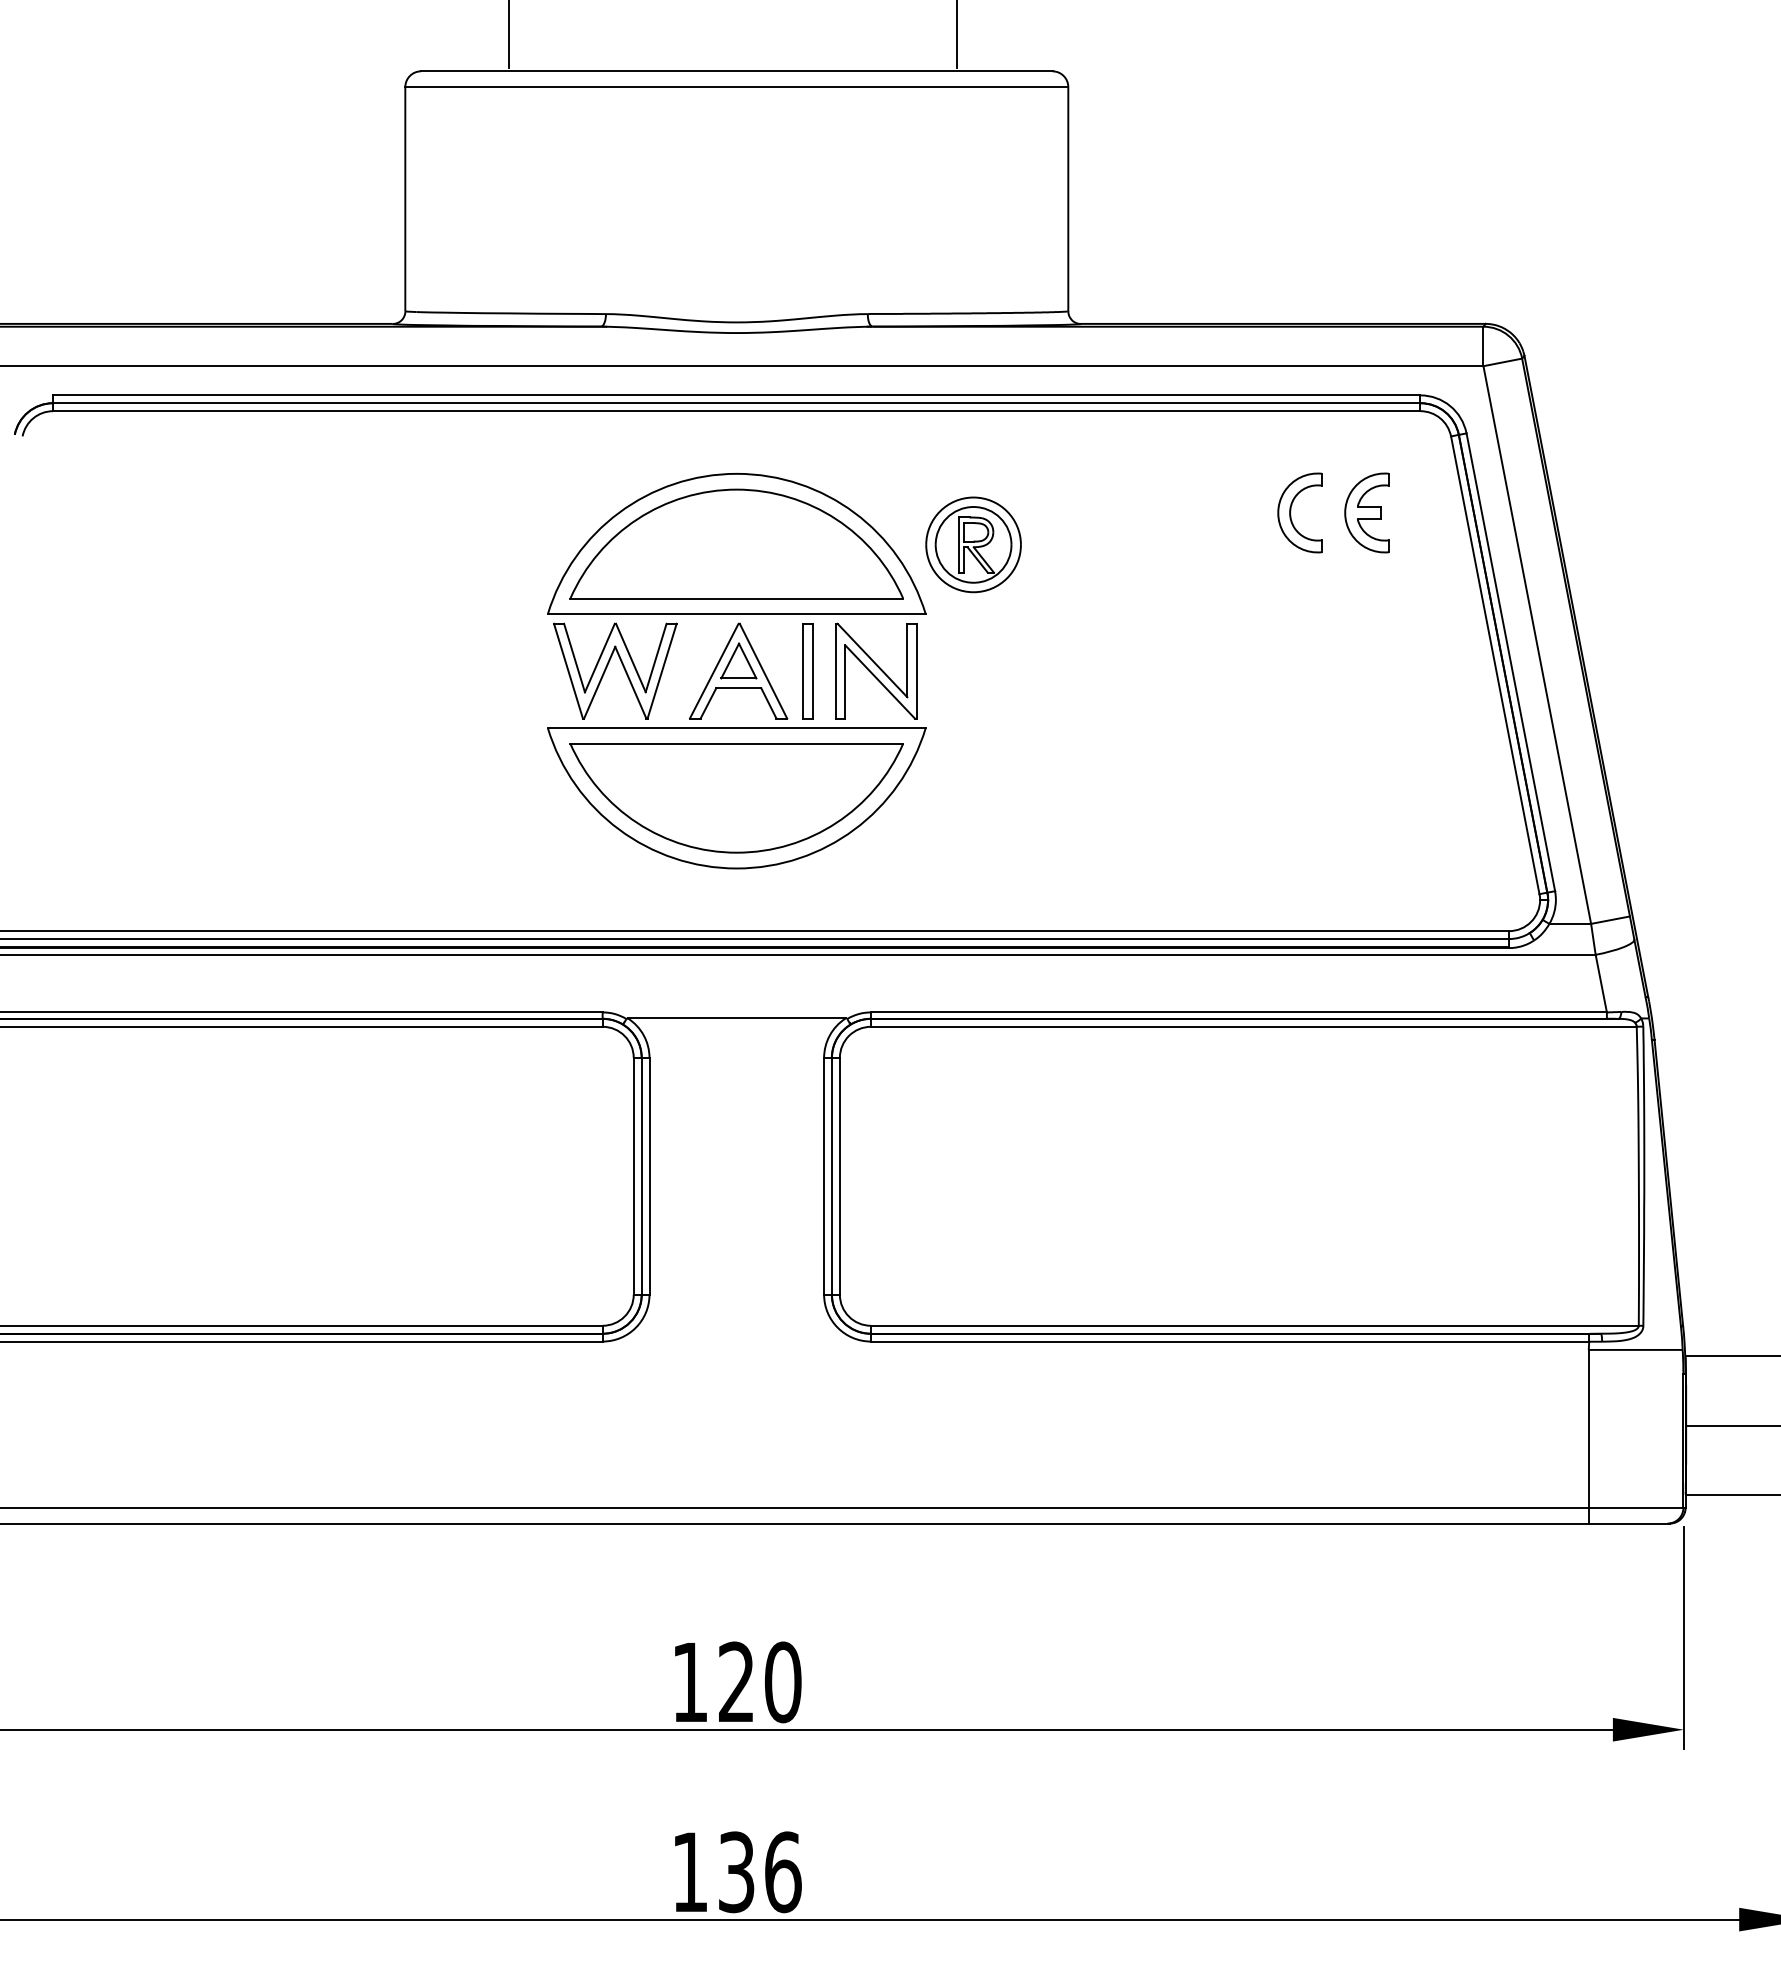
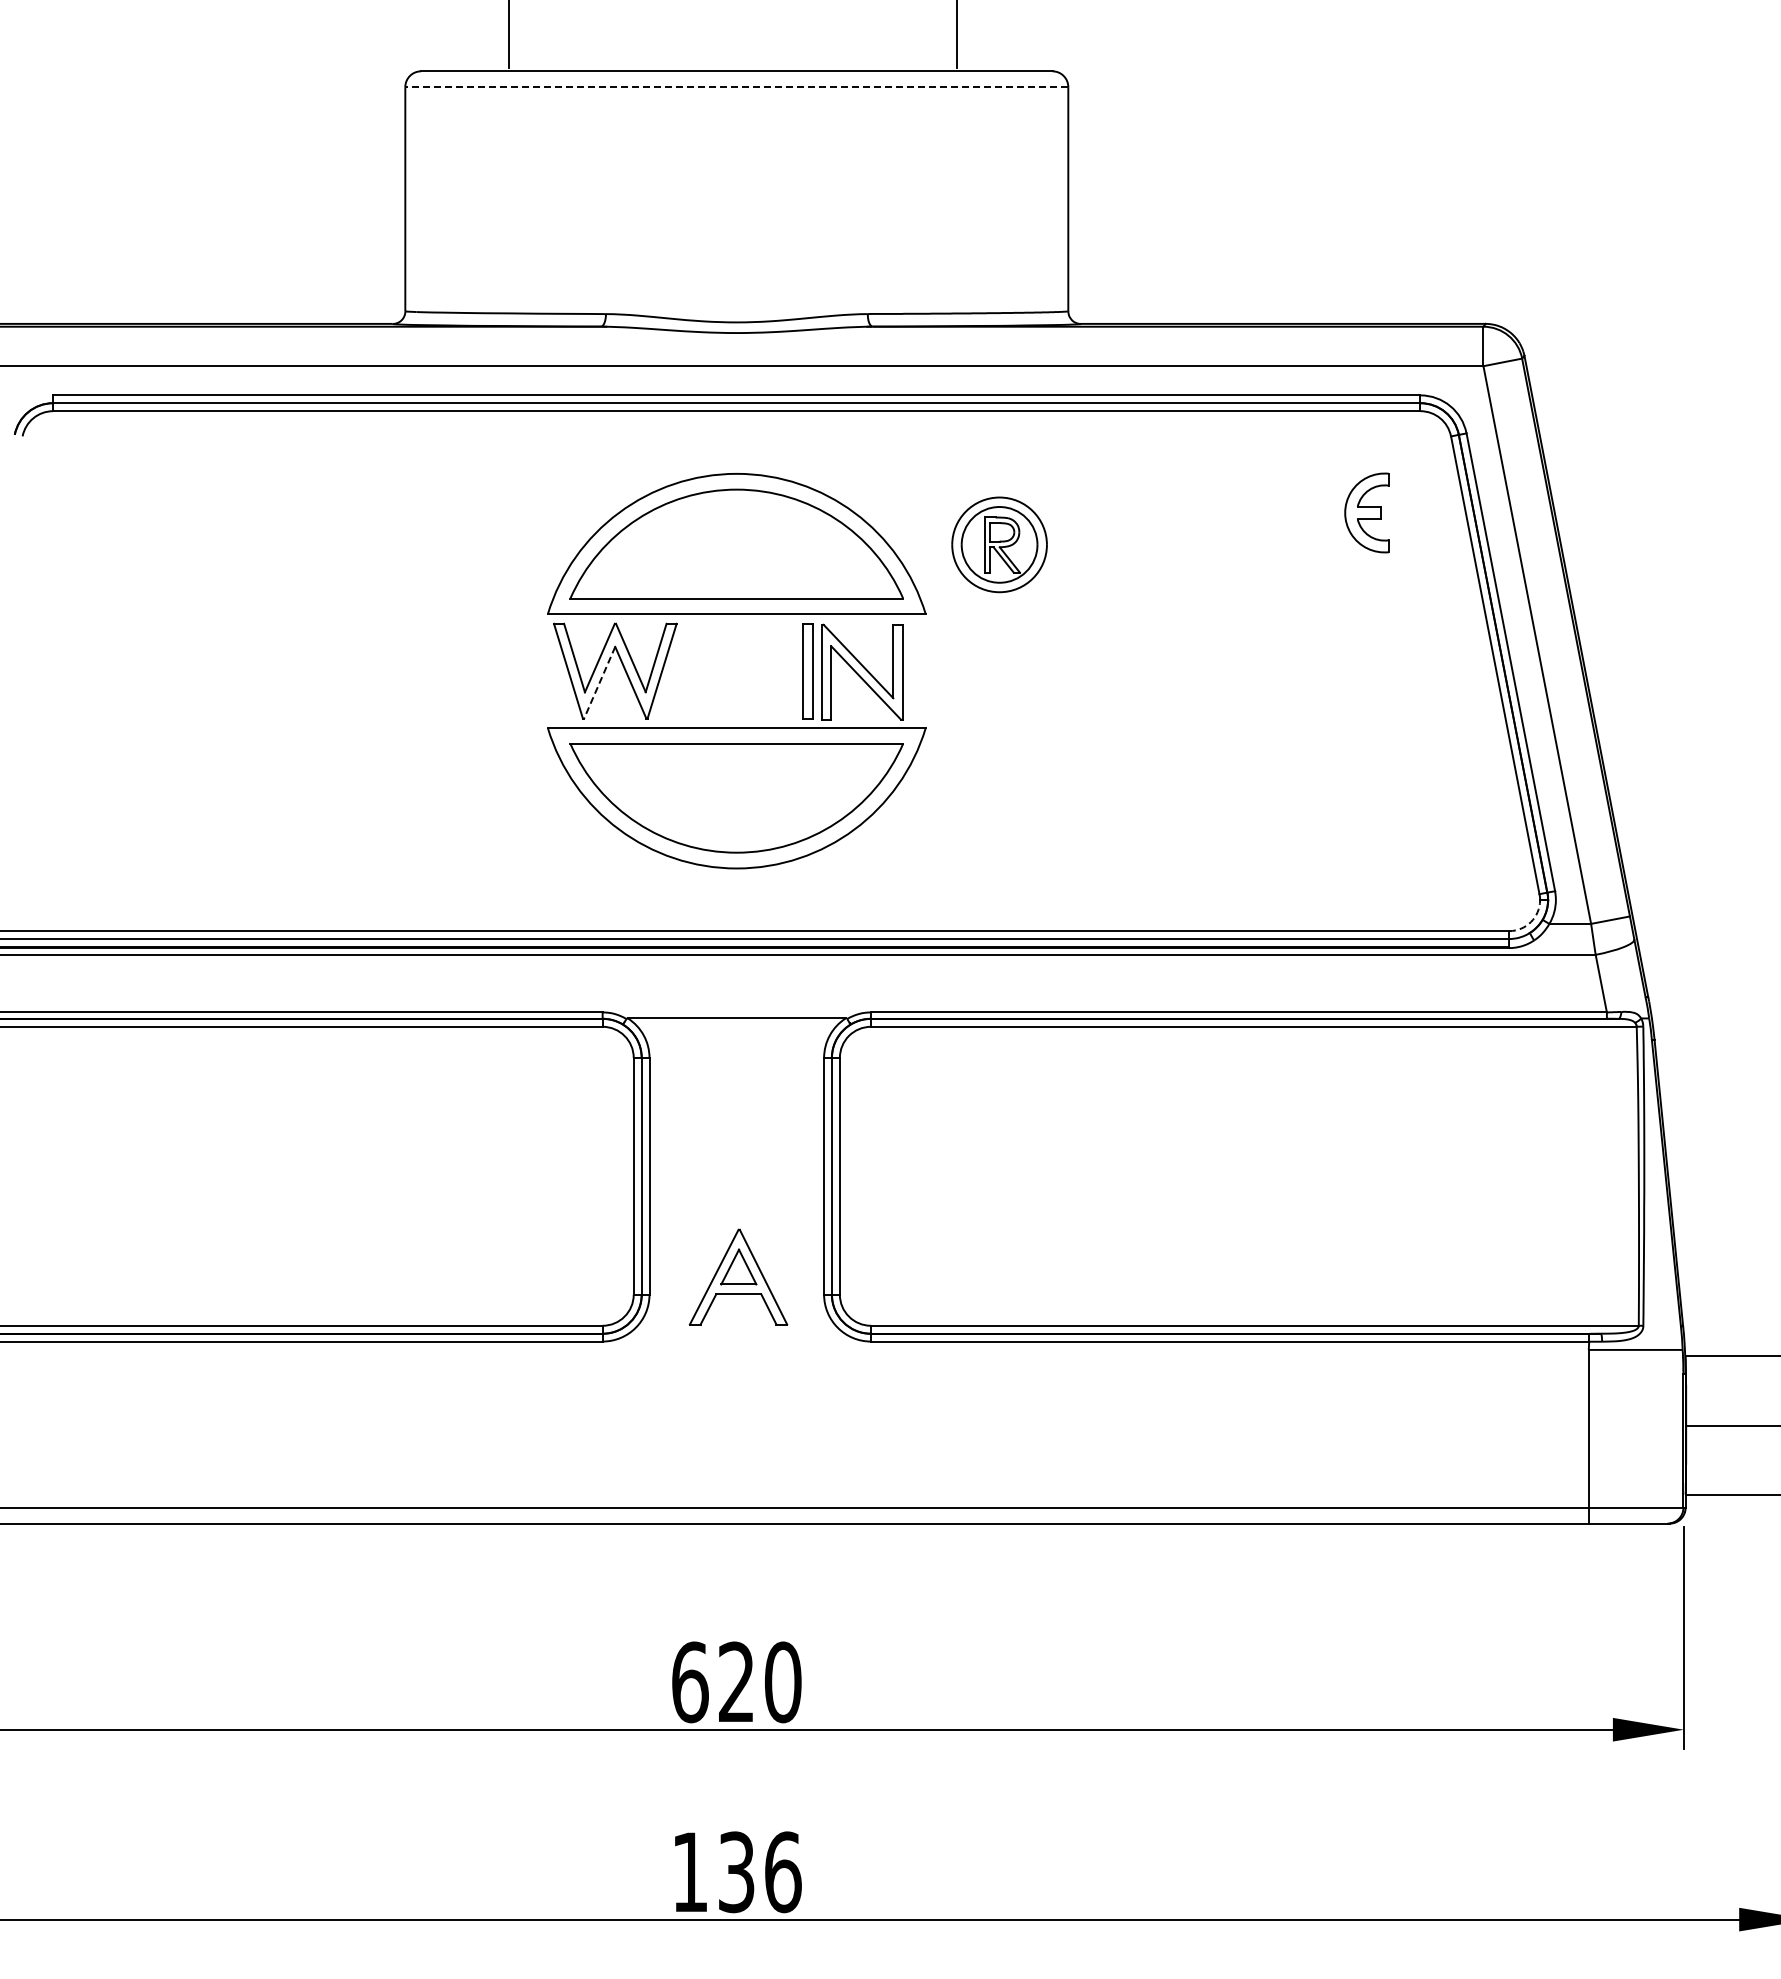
line at (736, 87): solid -> dashed
part at (1291, 510): present -> none
part at (973, 544) position: (973, 544) -> (999, 544)
part at (738, 670) position: (738, 670) -> (738, 1276)
part at (876, 670) position: (876, 670) -> (862, 671)
line at (599, 683): solid -> dashed
arc at (1531, 922): solid -> dashed
text at (690, 1682): 120 -> 620
